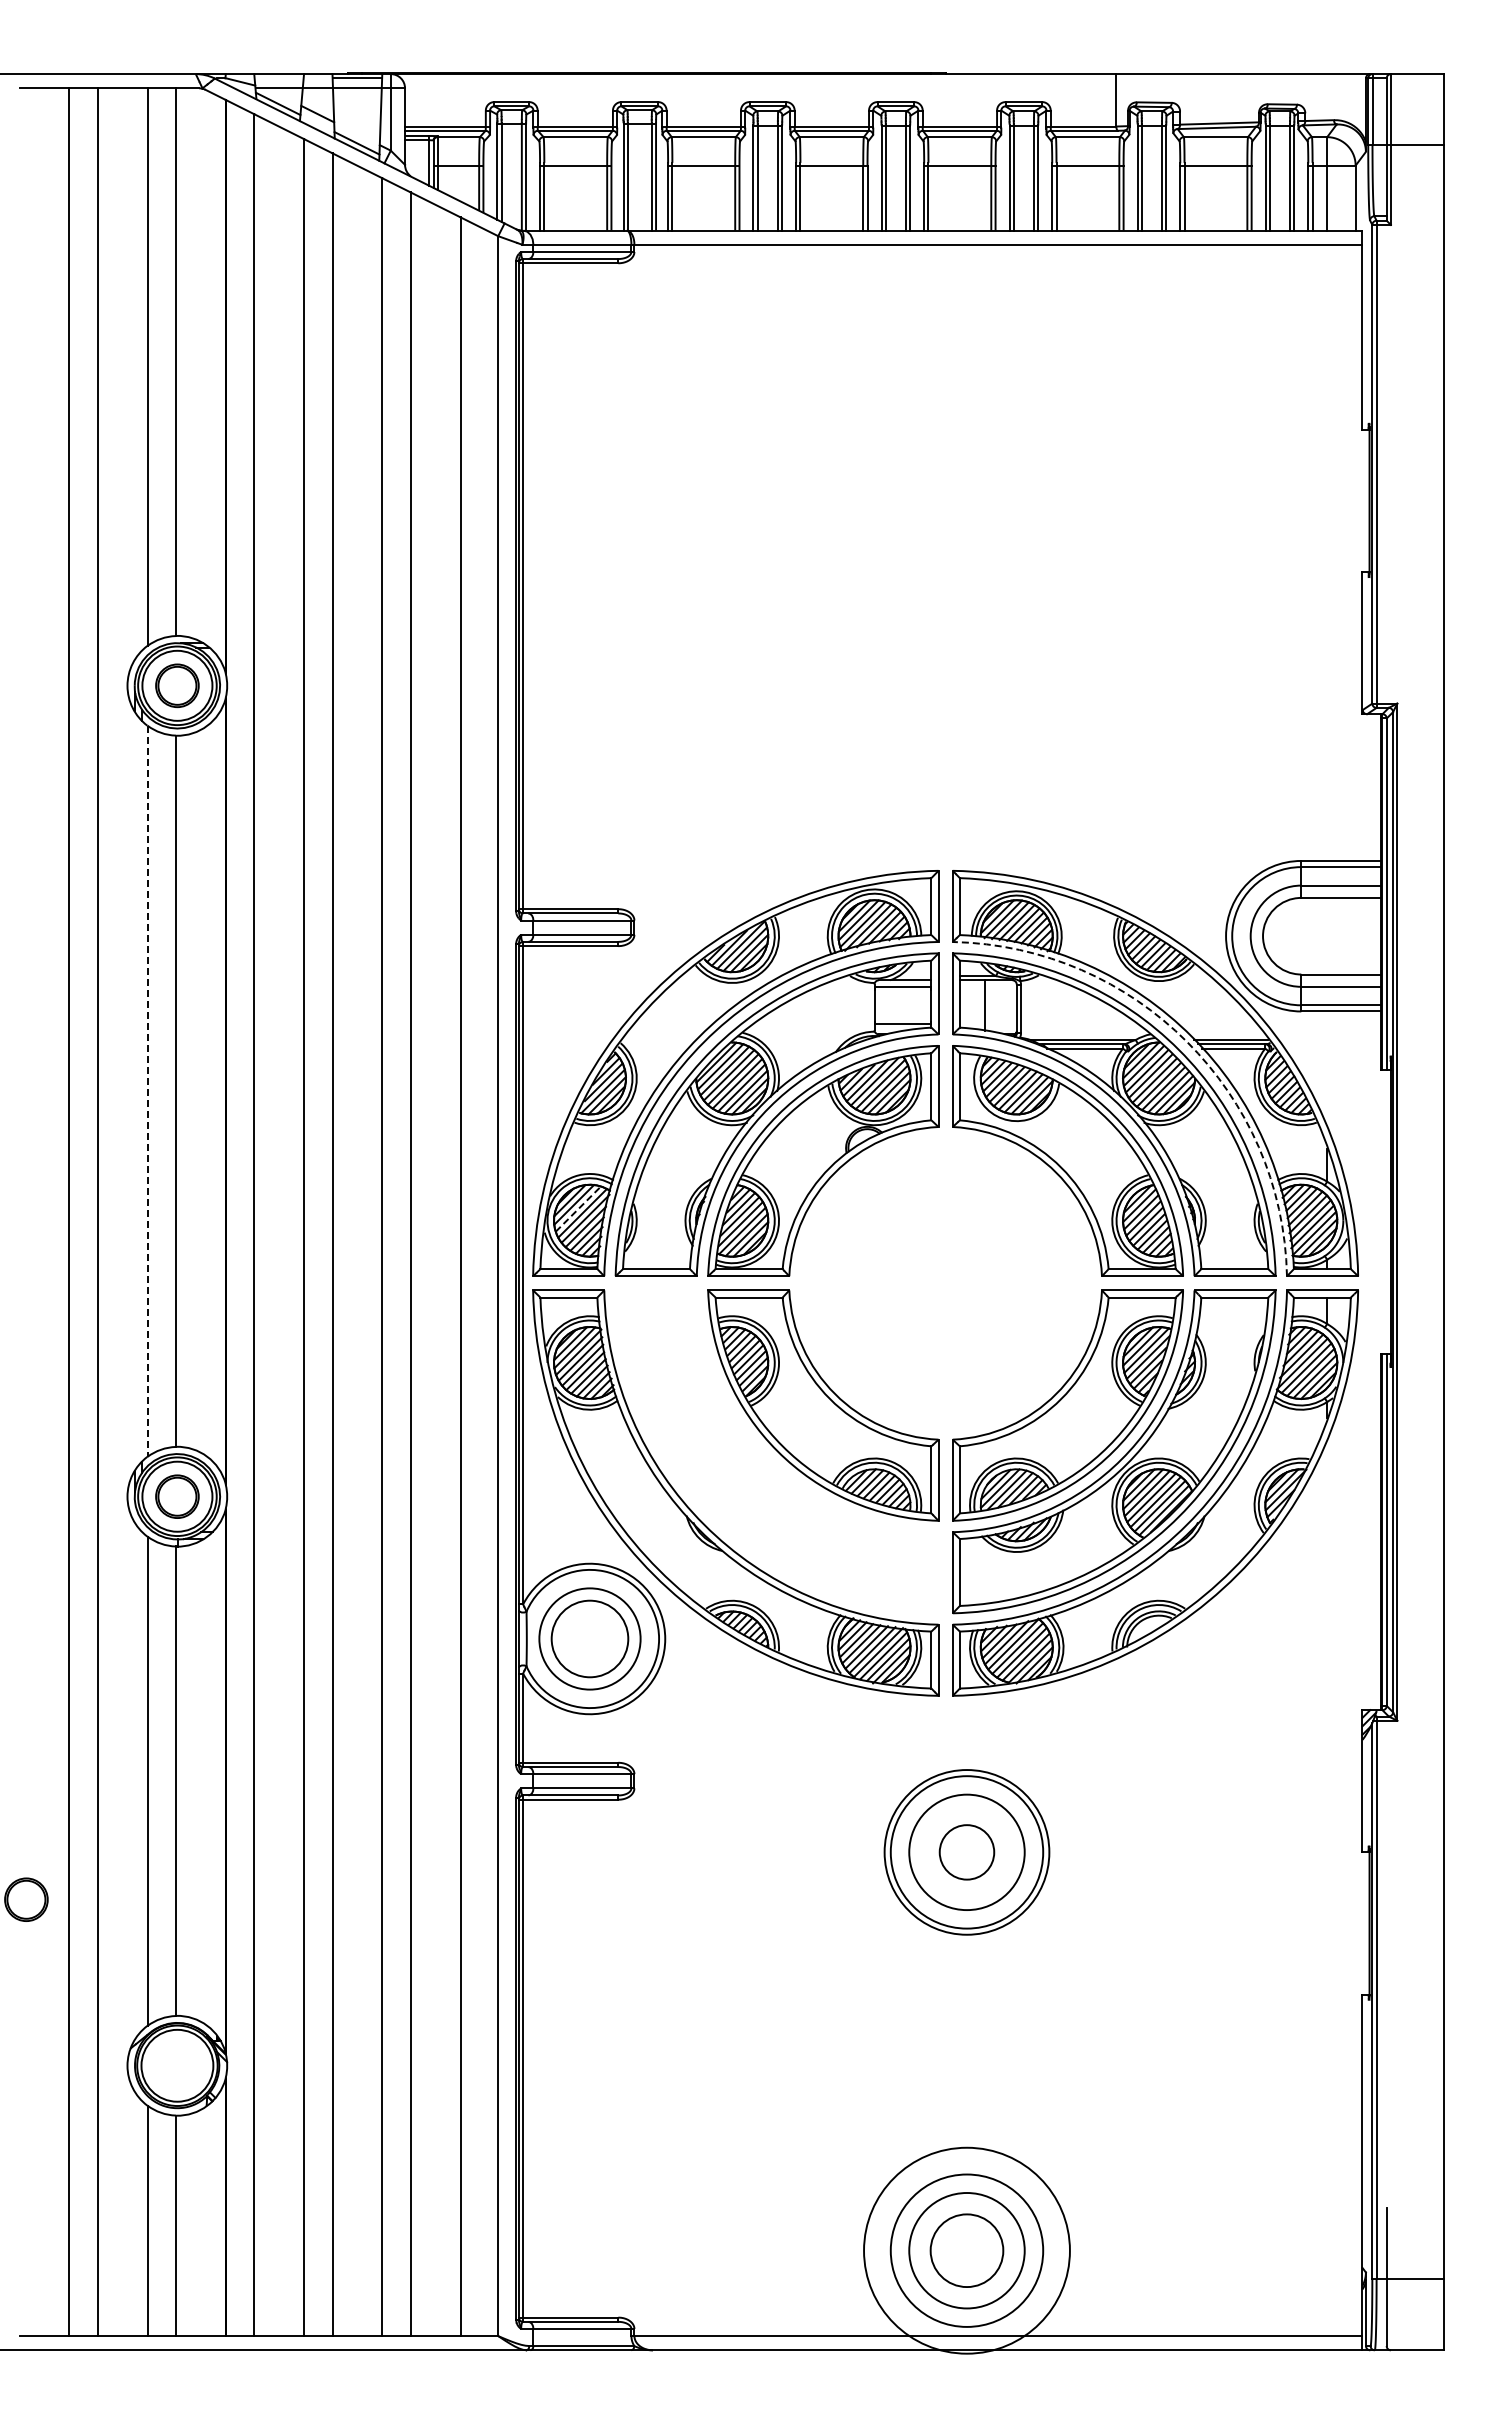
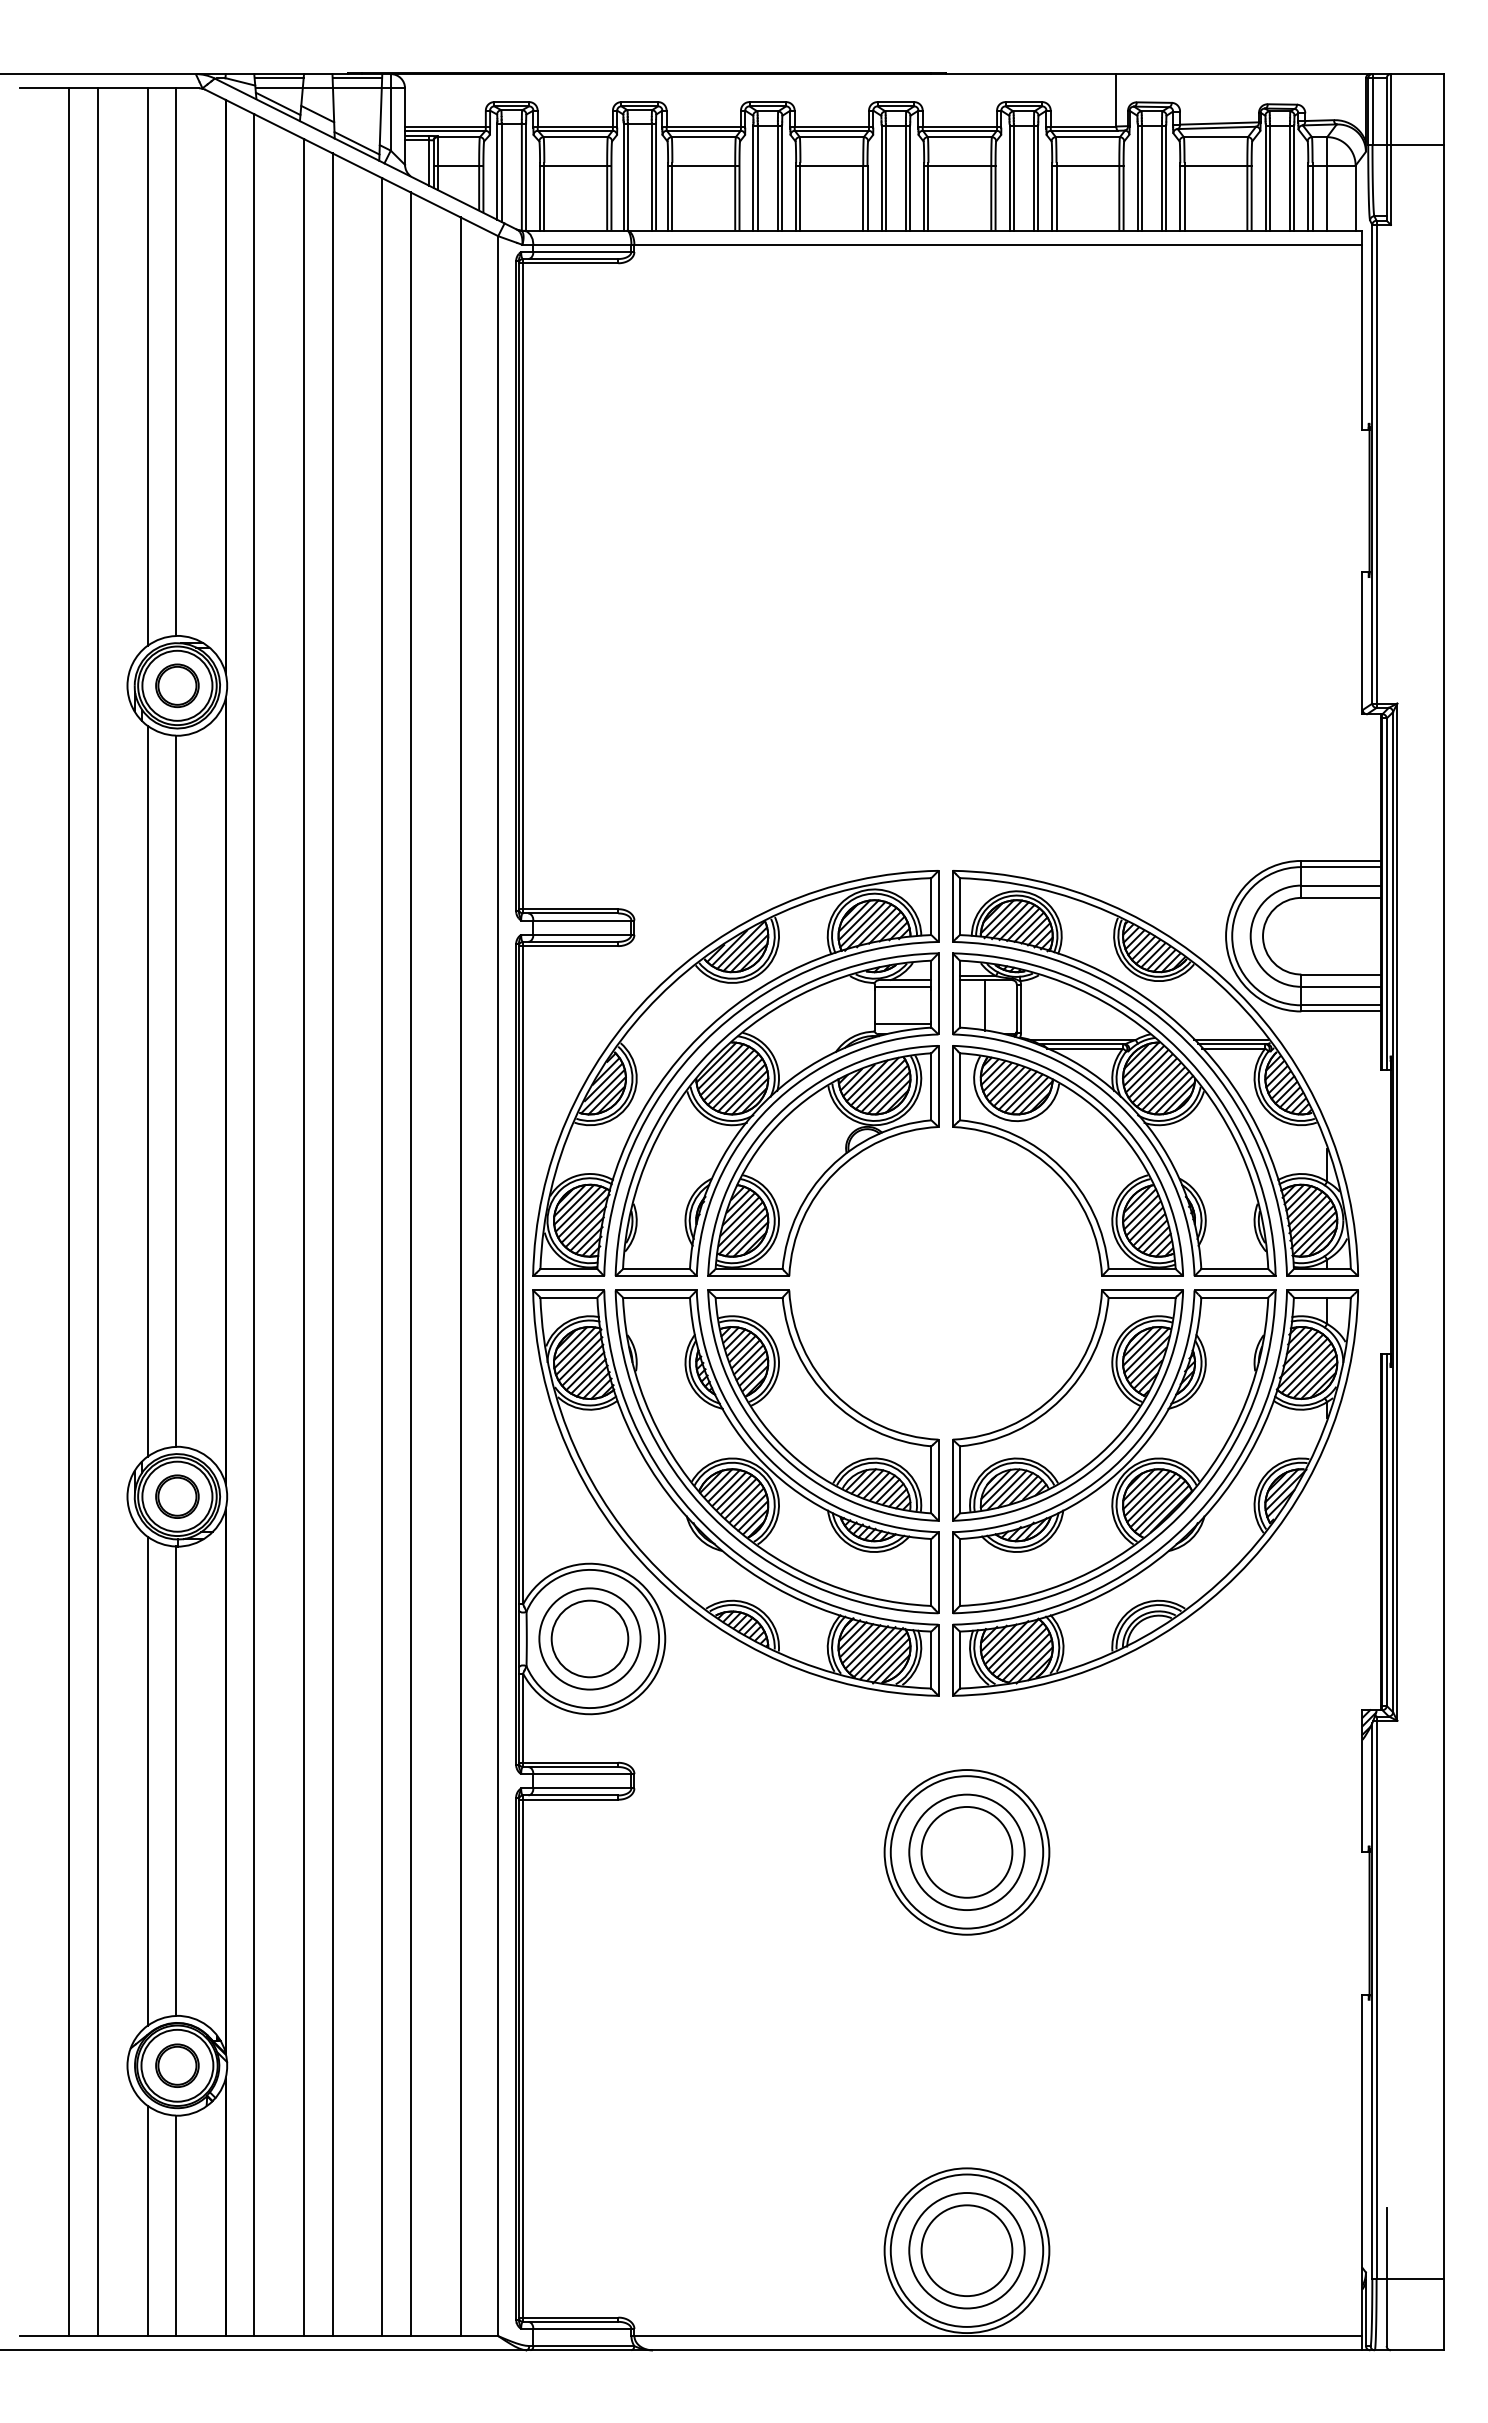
line at (278, 78): none -> present
arc at (1187, 1041): dashed -> solid
line at (147, 1091): dashed -> solid
line at (578, 1209): dashed -> solid
part at (769, 1457): none -> present
circle at (966, 1852) diameter: 54 px -> 91 px
part at (26, 1899) position: (26, 1899) -> (177, 2065)
circle at (966, 2250) diameter: 206 px -> 165 px
circle at (966, 2250) diameter: 73 px -> 91 px
